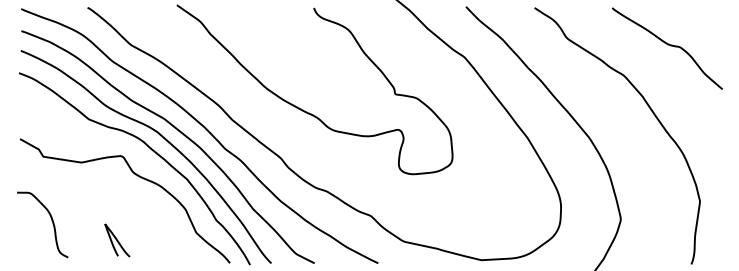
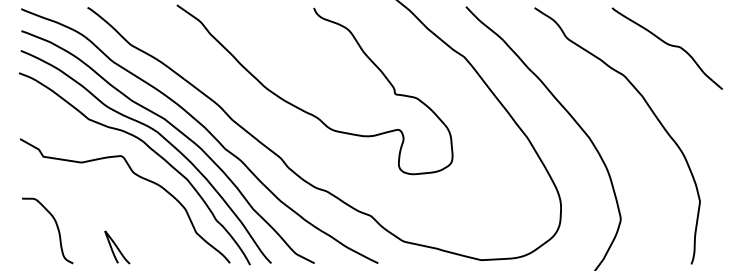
curve at (51, 221) position: (51, 221) -> (56, 227)
curve at (117, 240) position: (117, 240) -> (117, 247)
